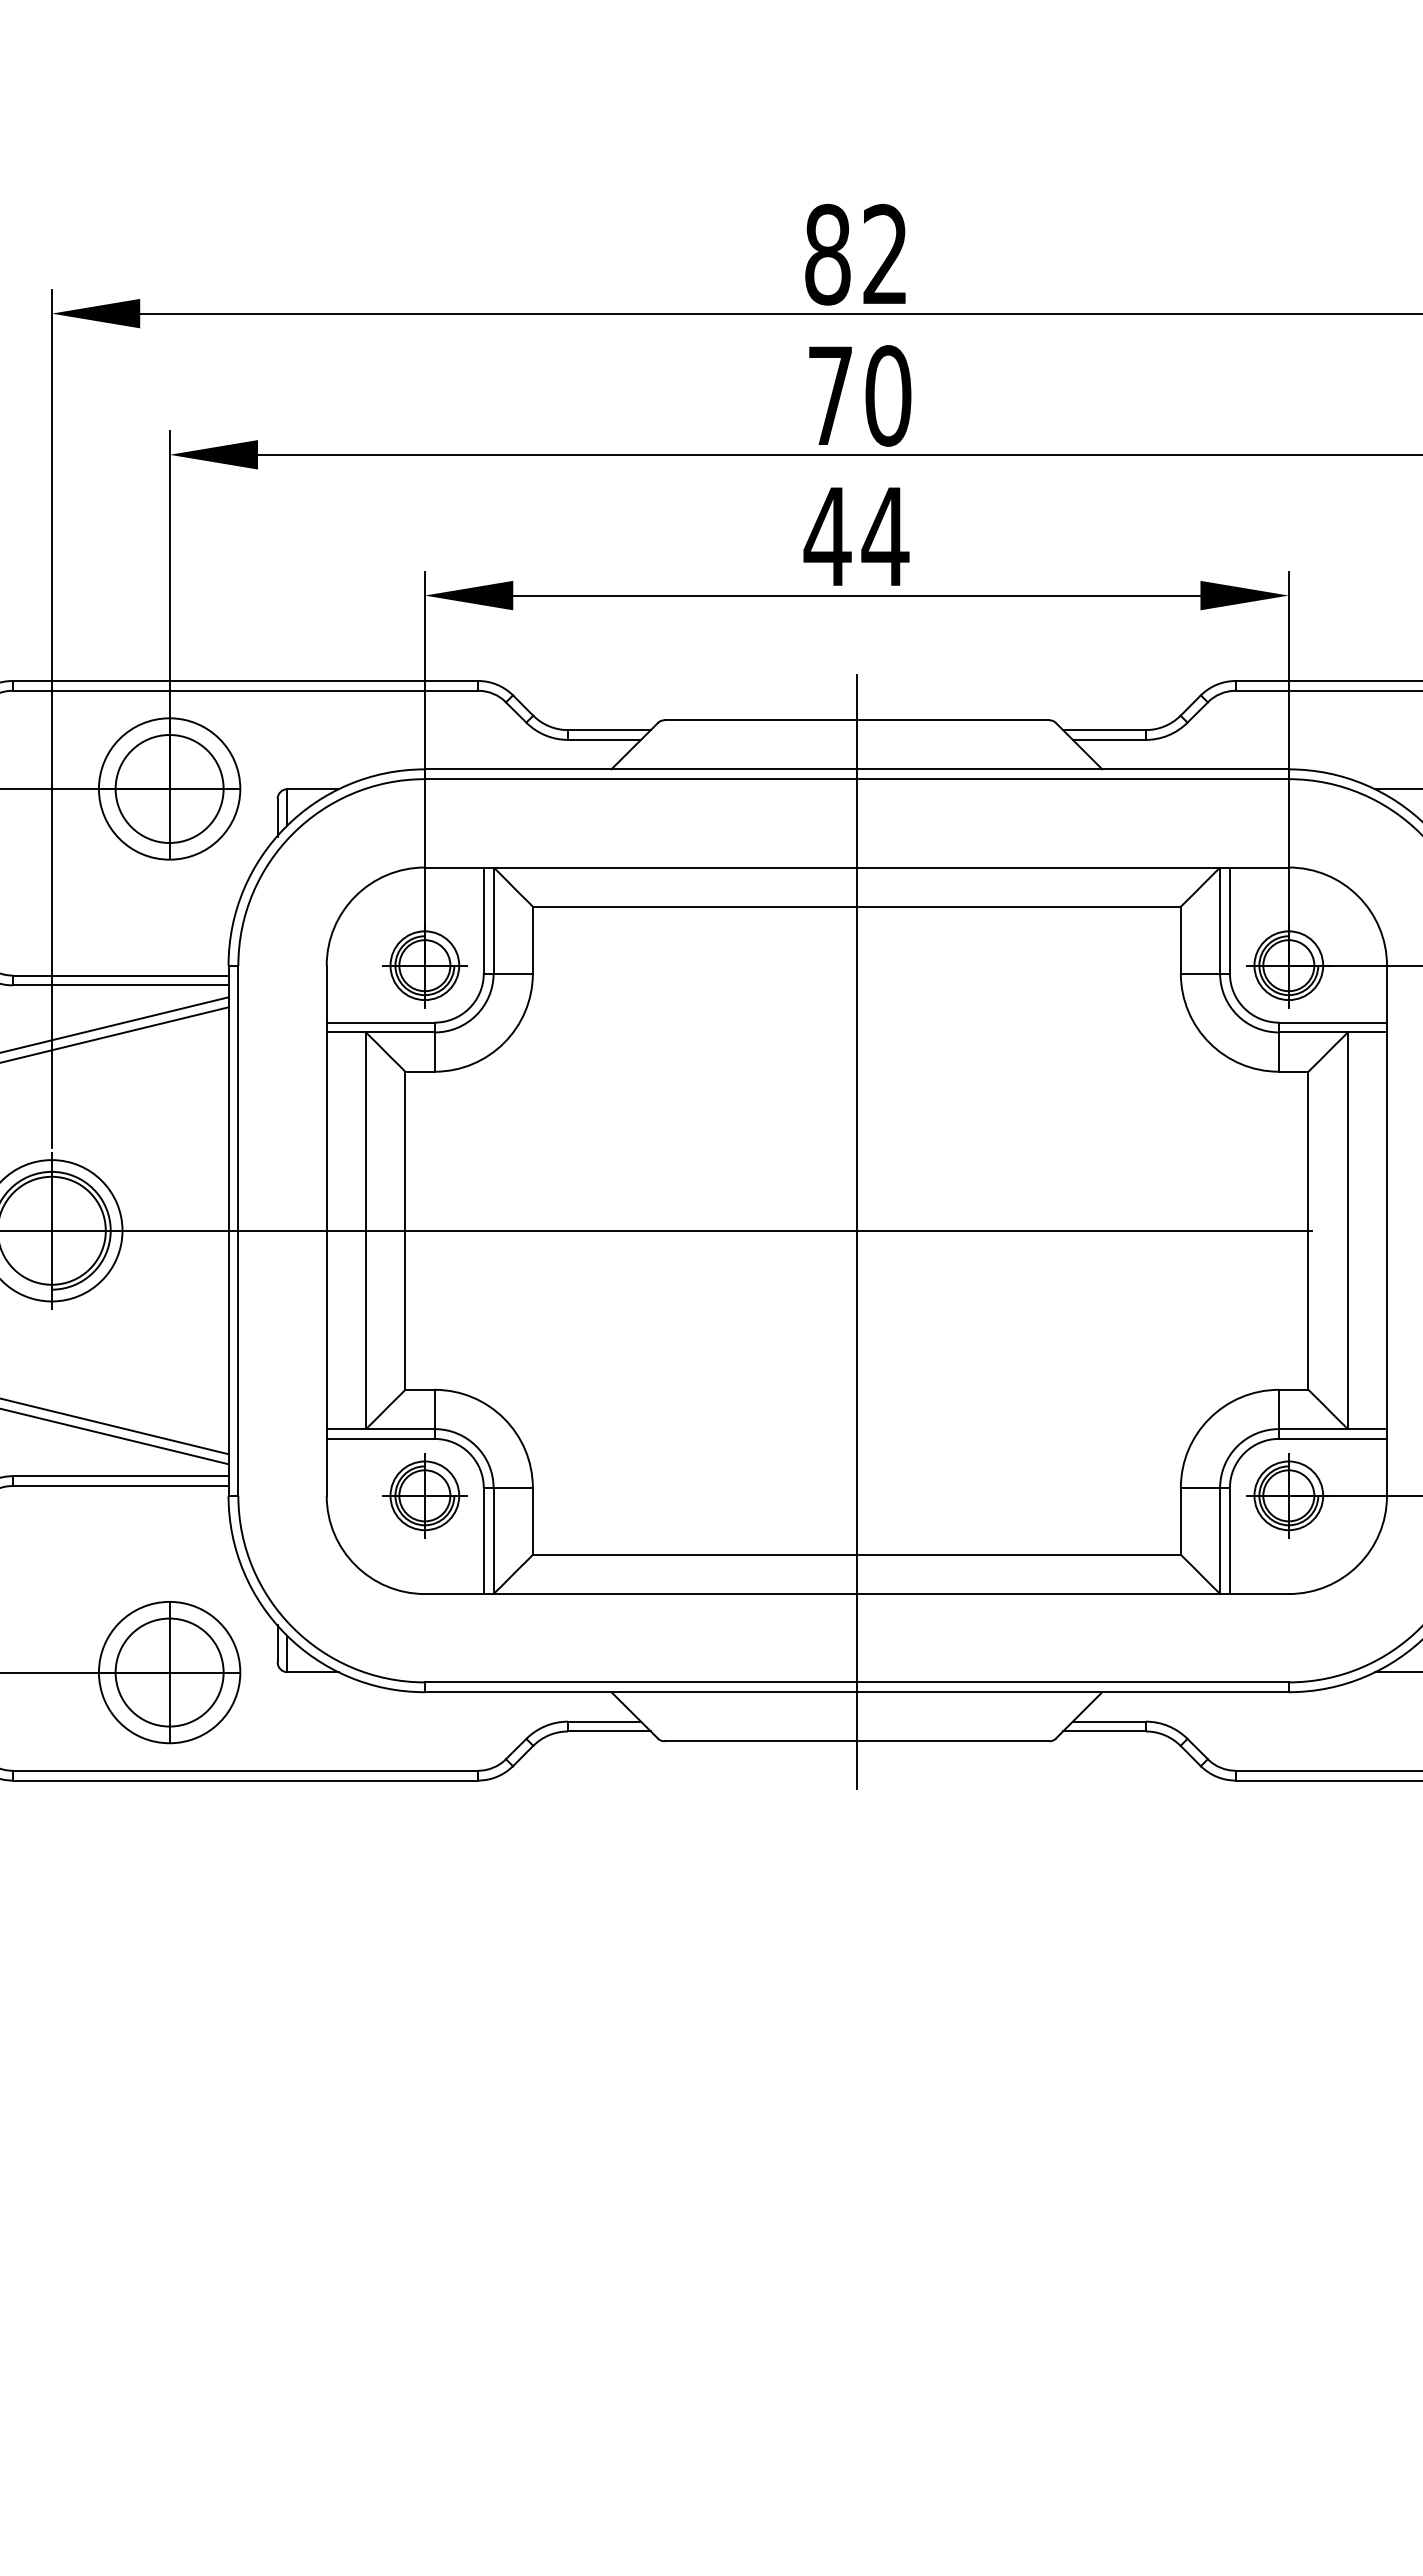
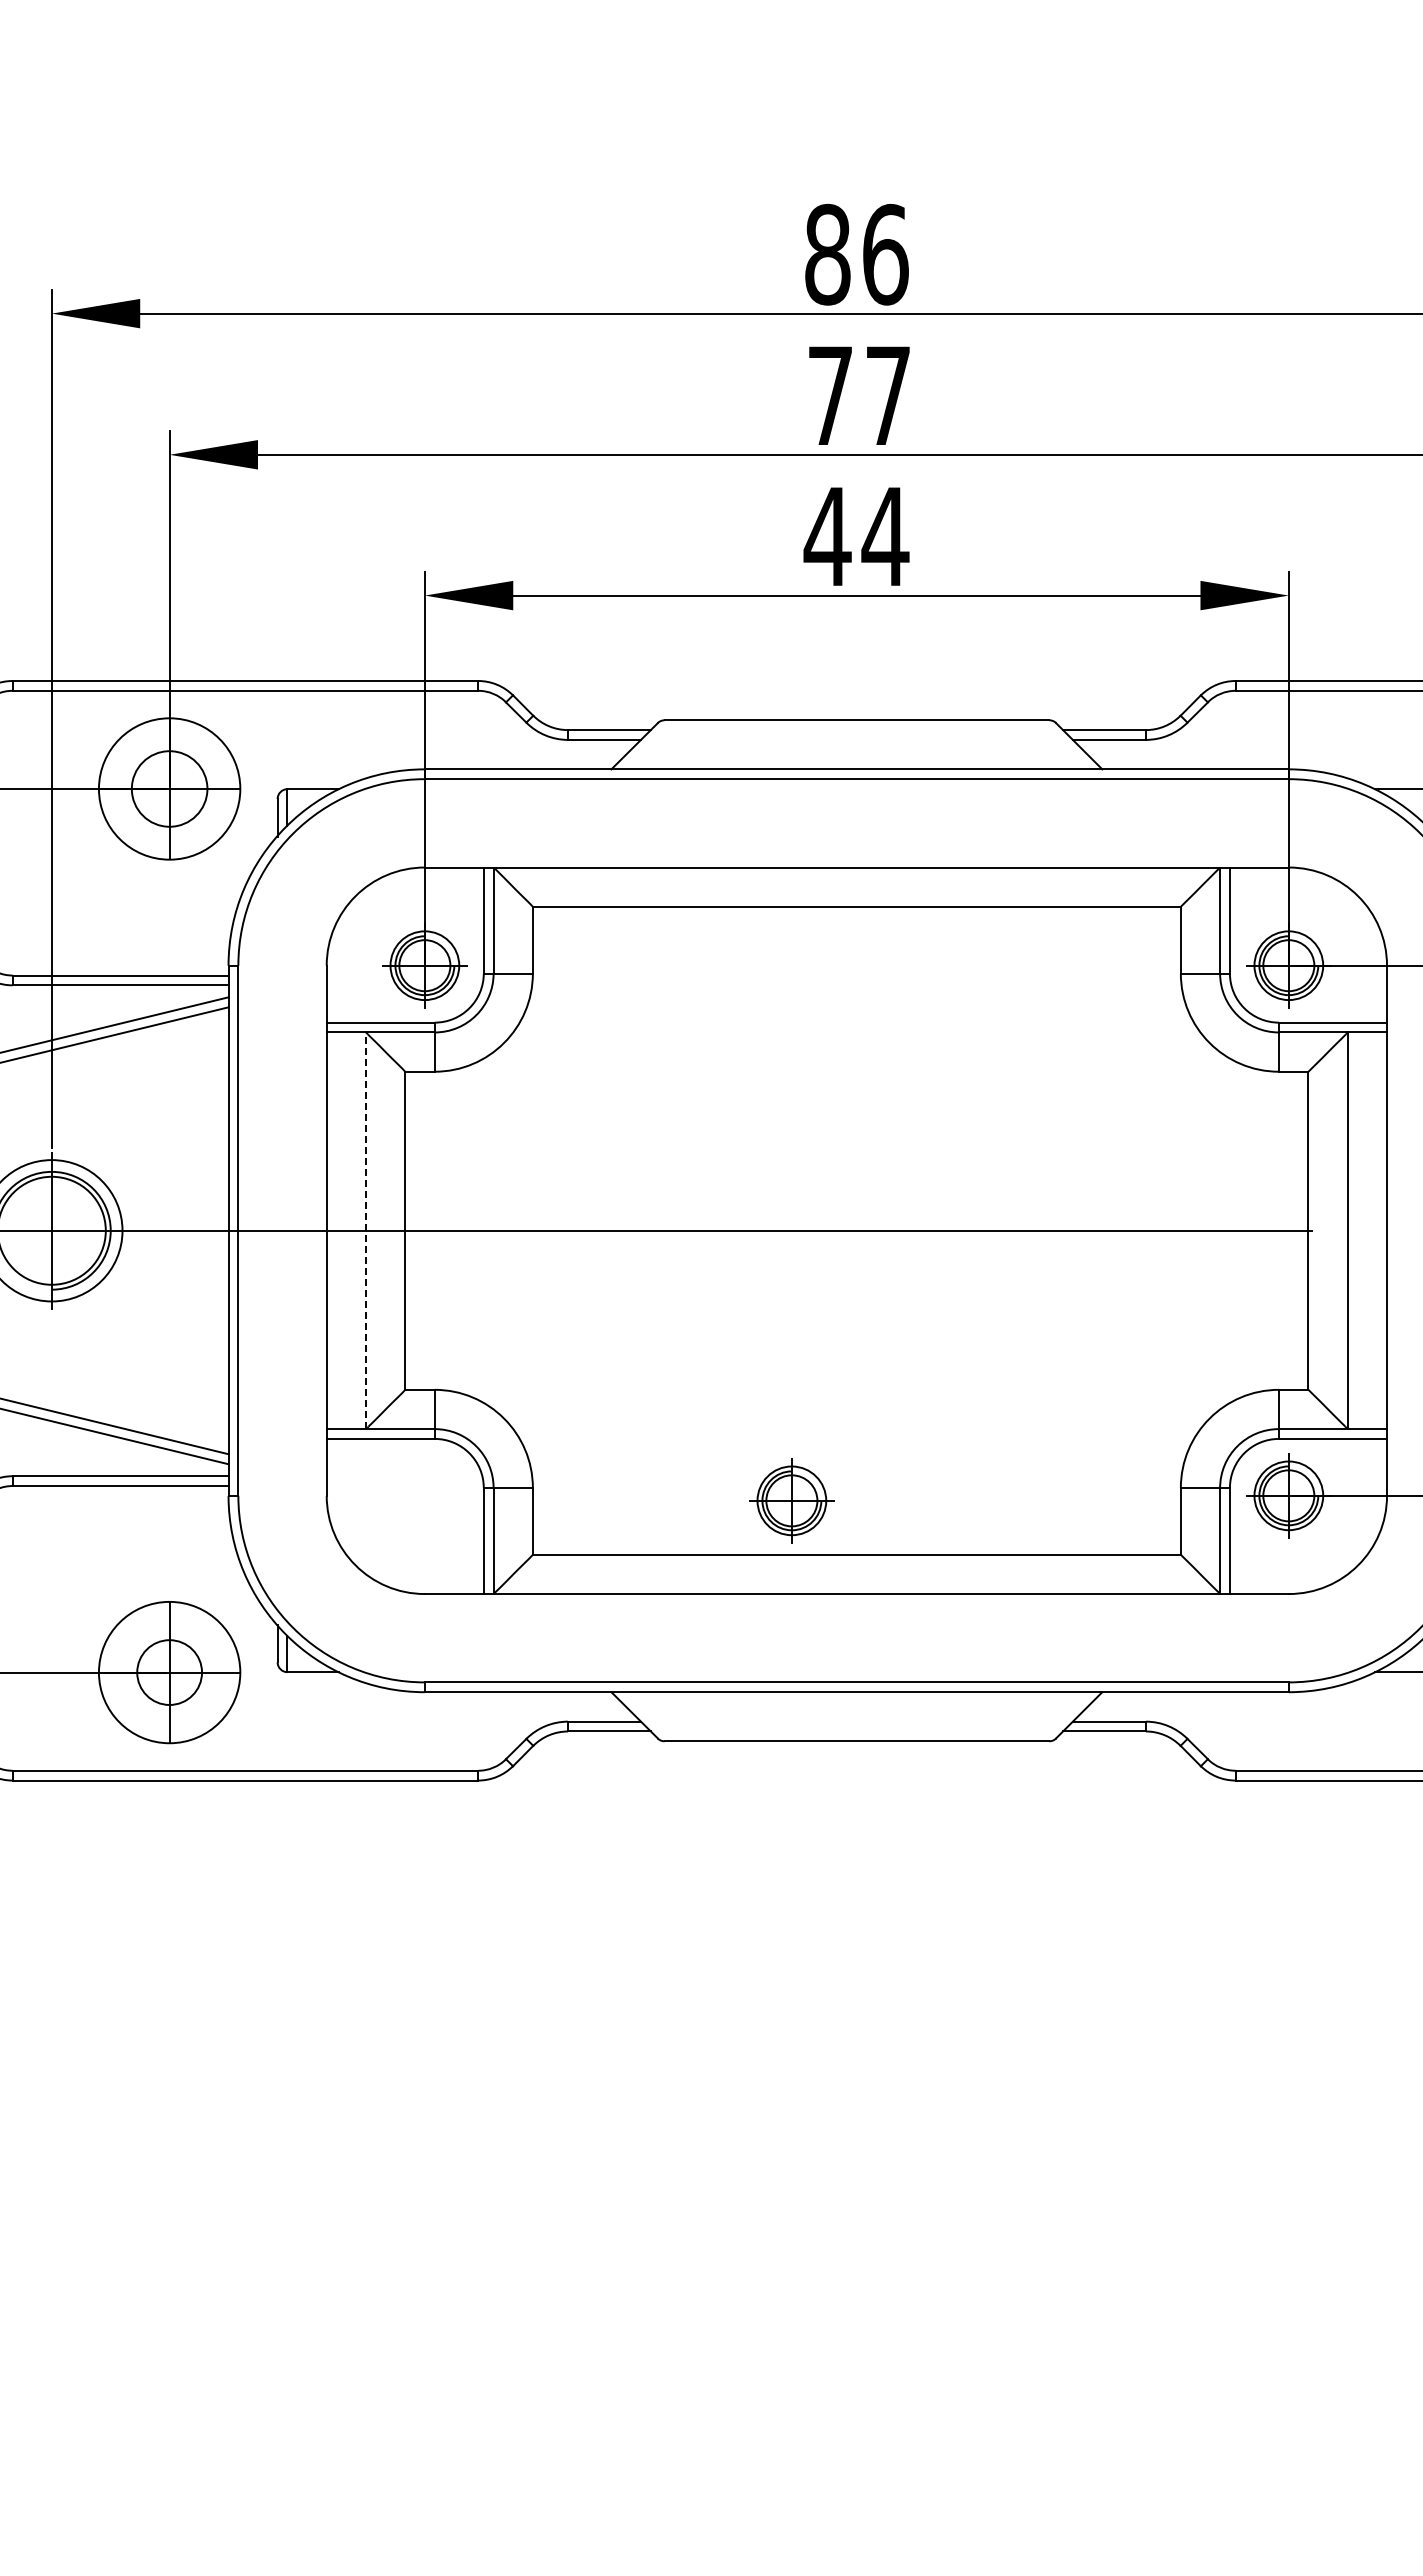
text at (885, 254): 82 -> 86
text at (888, 395): 70 -> 77
circle at (169, 788) diameter: 108 px -> 76 px
line at (365, 1230): solid -> dashed
line at (856, 1231): present -> none
part at (424, 1495) position: (424, 1495) -> (791, 1500)
circle at (169, 1672) diameter: 108 px -> 65 px
